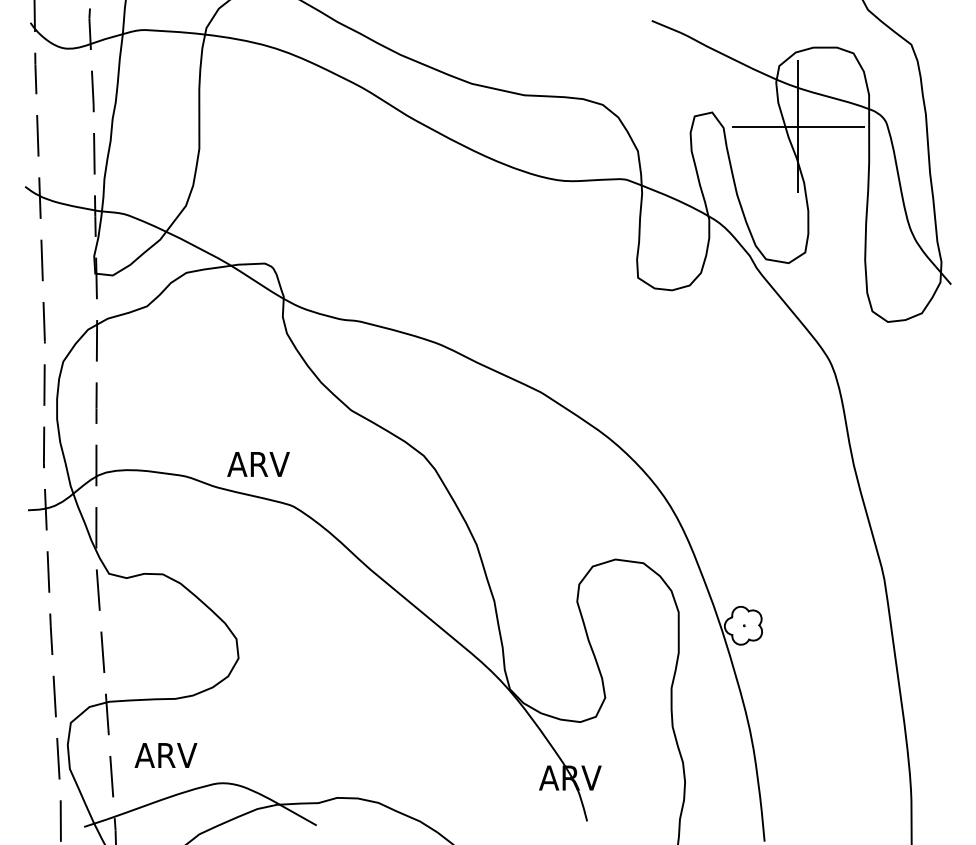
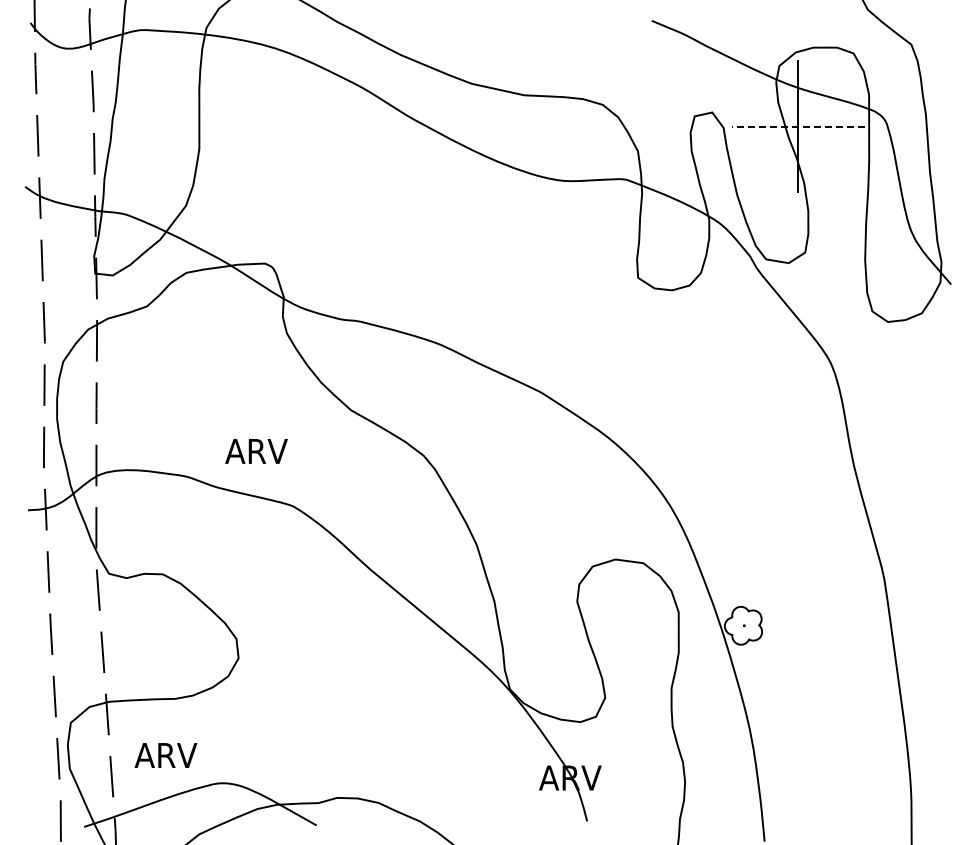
line at (798, 126): solid -> dashed
text at (258, 464) position: (258, 464) -> (256, 451)
